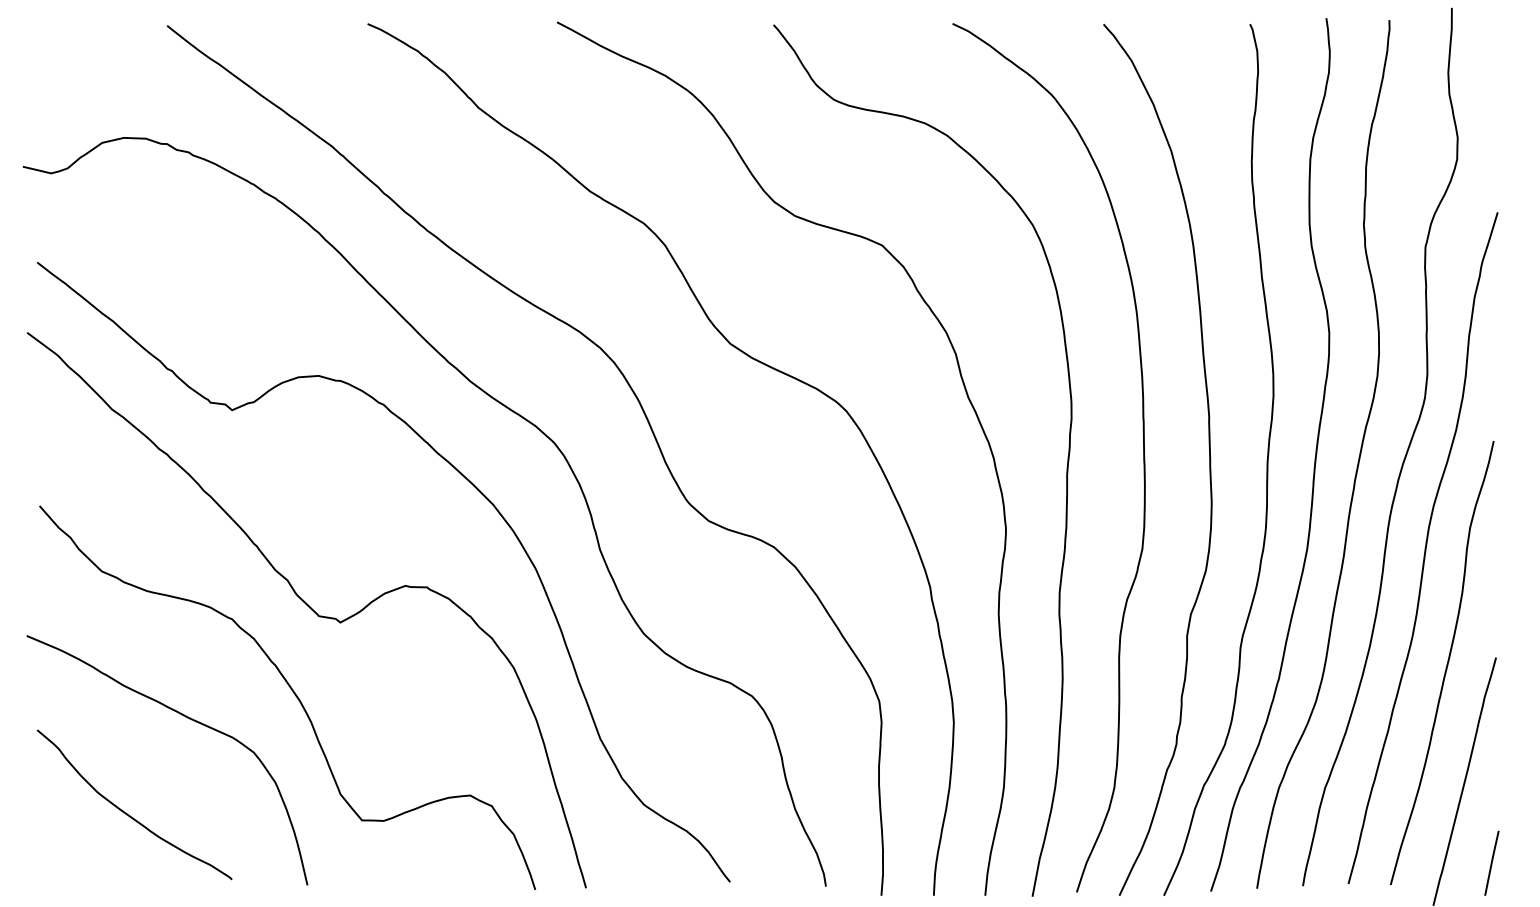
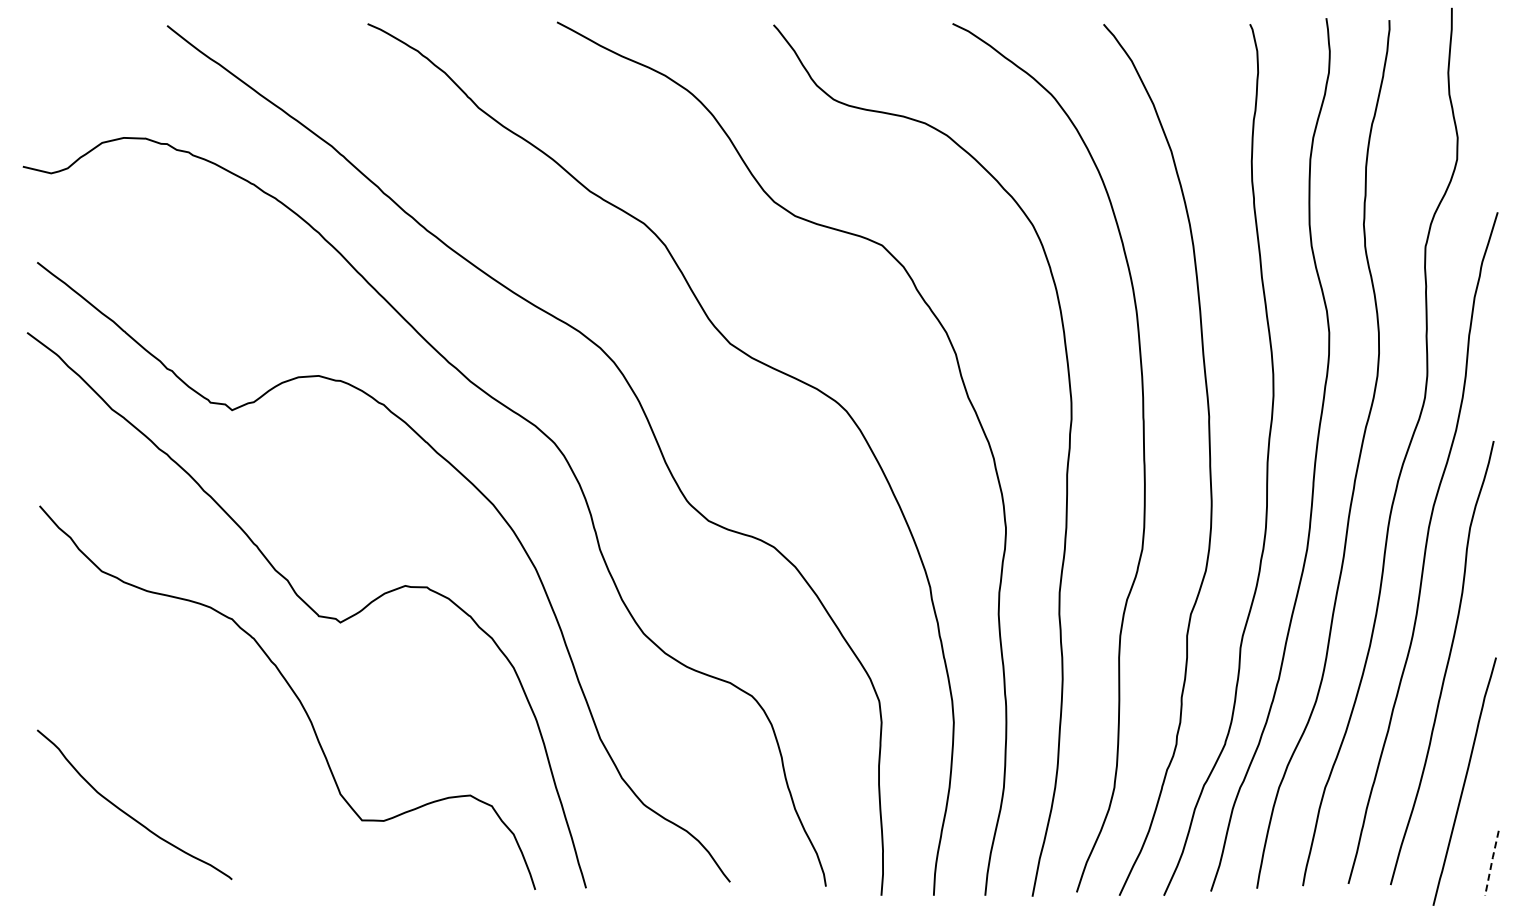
curve at (187, 718): present -> none
line at (1491, 862): solid -> dashed
